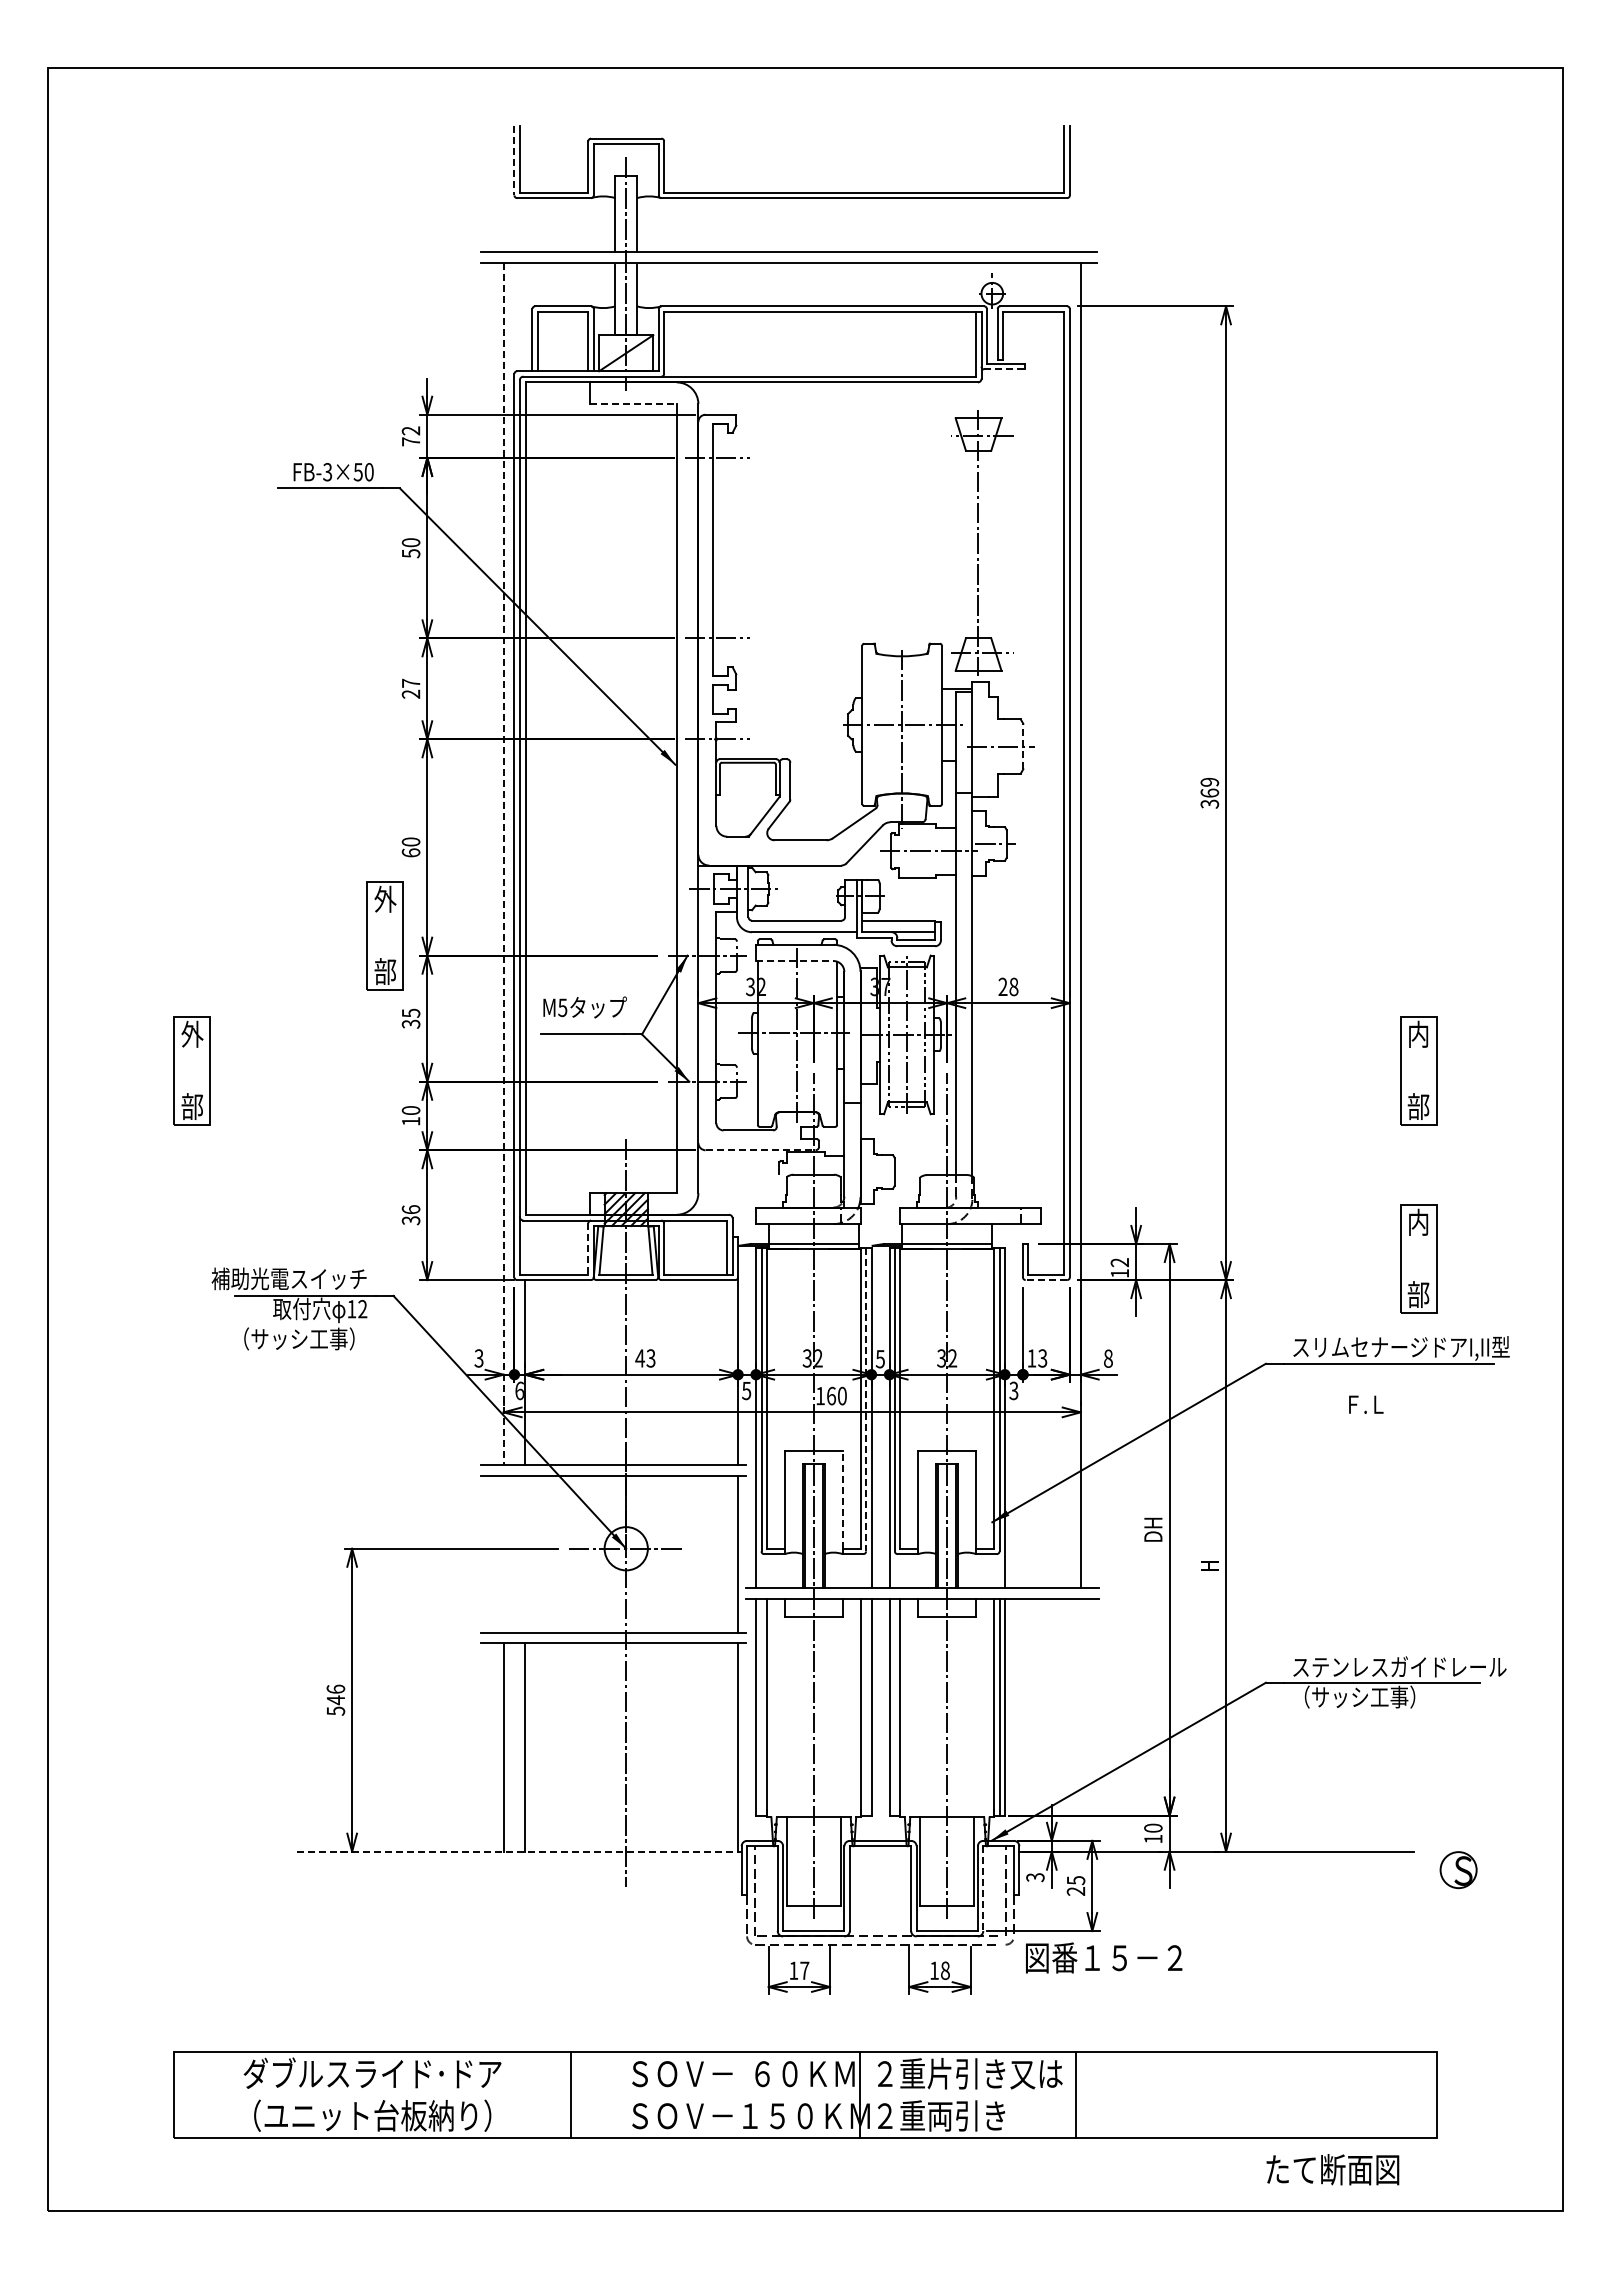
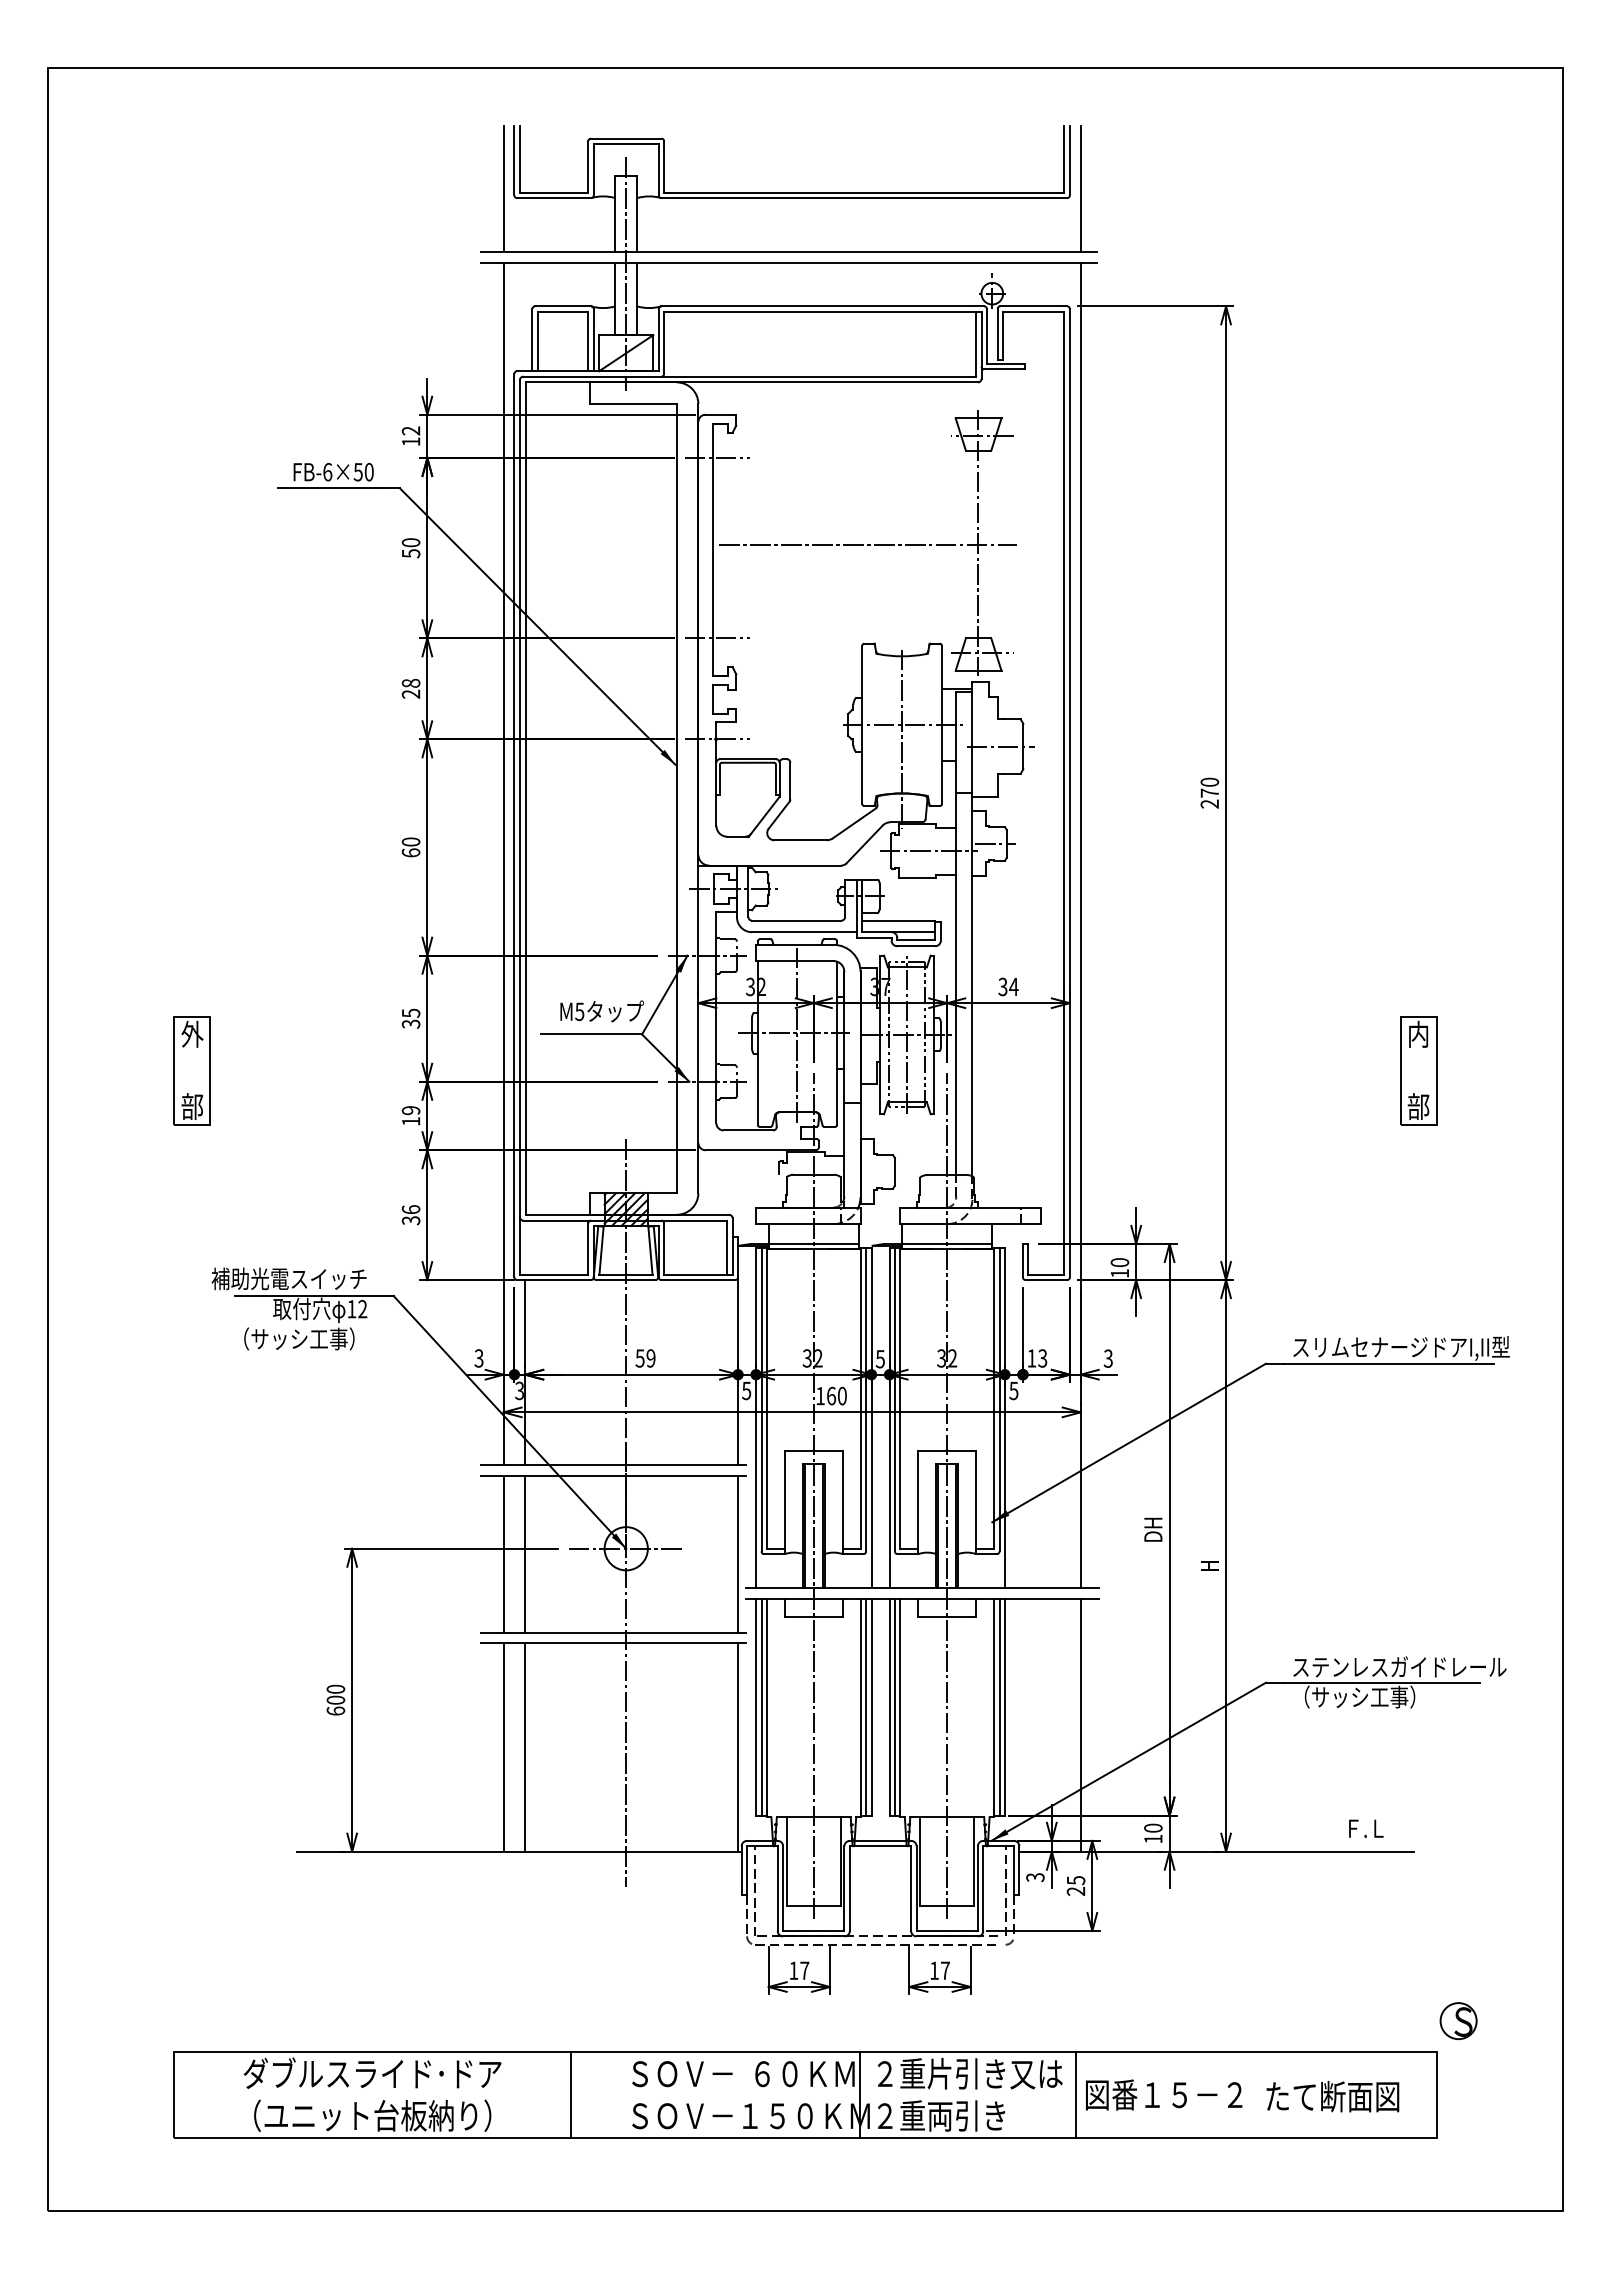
line at (514, 160): dashed -> solid
line at (503, 189): none -> present
line at (1080, 189): none -> present
line at (1004, 369): dashed -> solid
line at (633, 404): dashed -> solid
text at (411, 441): 72 -> 12
text at (327, 472): FB-3×50 -> FB-6×50
line at (867, 544): none -> present
text at (410, 682): 27 -> 28
line at (1023, 746): dashed -> solid
text at (1209, 792): 369 -> 270
line at (503, 863): dashed -> solid
part at (384, 935): present -> none
line at (794, 961): dashed -> solid
text at (1008, 986): 28 -> 34
text at (584, 1007) position: (584, 1007) -> (601, 1011)
text at (411, 1110): 10 -> 19
line at (760, 1150): dashed -> solid
line at (588, 1248): dashed -> solid
part at (1418, 1258): present -> none
text at (1119, 1262): 12 -> 10
line at (1046, 1280): dashed -> solid
text at (645, 1358): 43 -> 59
text at (1107, 1358): 8 -> 3
text at (519, 1390): 6 -> 3
text at (1013, 1390): 3 -> 5
line at (866, 1399): dashed -> solid
text at (1366, 1404) position: (1366, 1404) -> (1366, 1828)
line at (842, 1500): dashed -> solid
line at (503, 1553): none -> present
line at (525, 1553): none -> present
text at (335, 1699): 546 -> 600
line at (761, 1706): none -> present
line at (866, 1706): none -> present
line at (894, 1706): none -> present
line at (1080, 1724): none -> present
line at (520, 1851): dashed -> solid
part at (1458, 1870) position: (1458, 1870) -> (1458, 2021)
line at (983, 1889): dashed -> solid
text at (1104, 1957) position: (1104, 1957) -> (1164, 2094)
text at (945, 1970): 18 -> 17
text at (1332, 2169) position: (1332, 2169) -> (1332, 2096)
